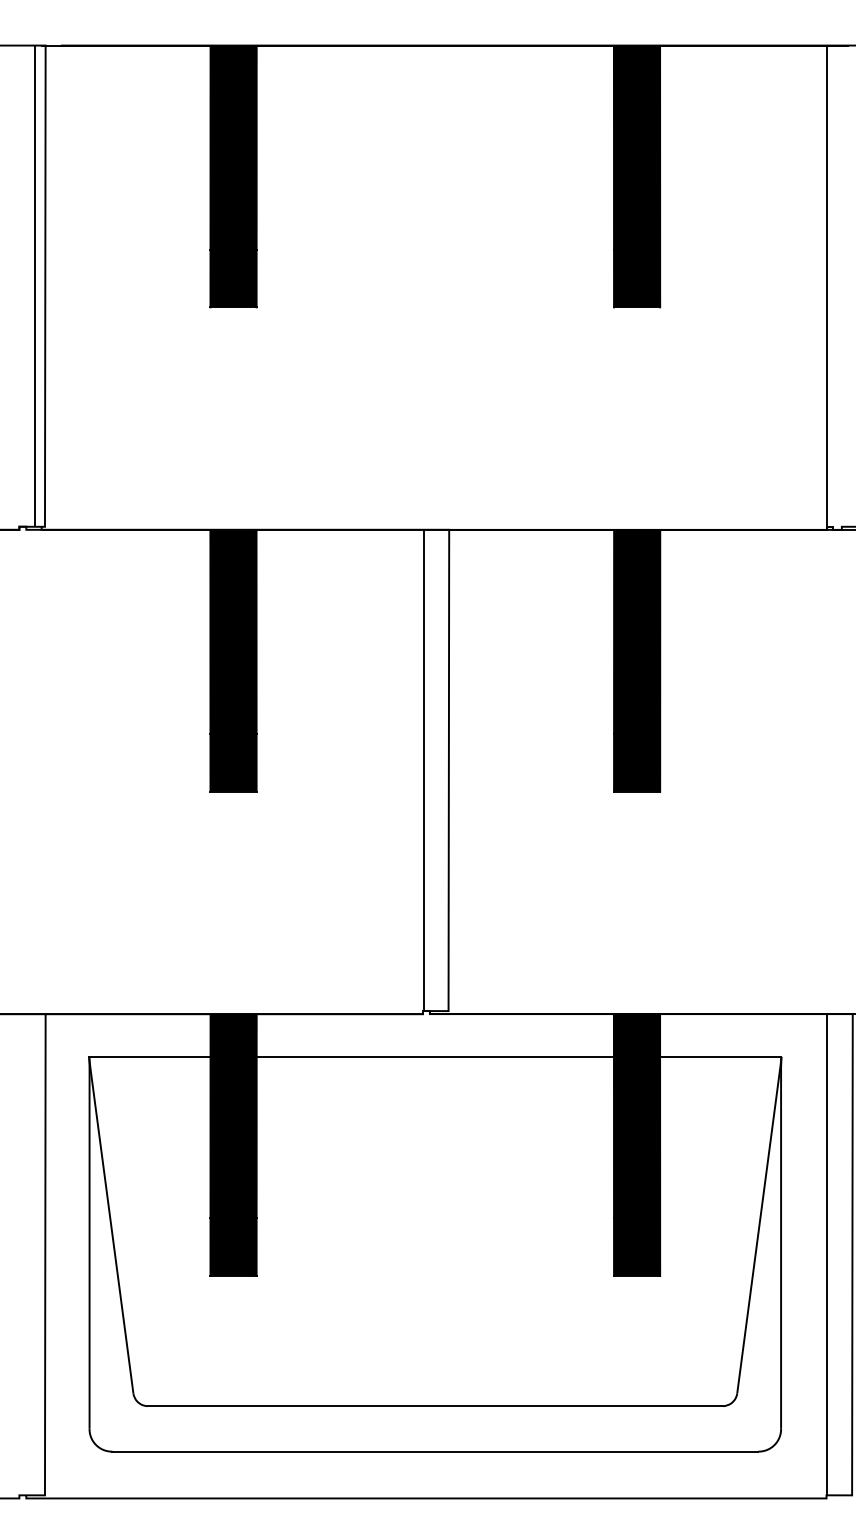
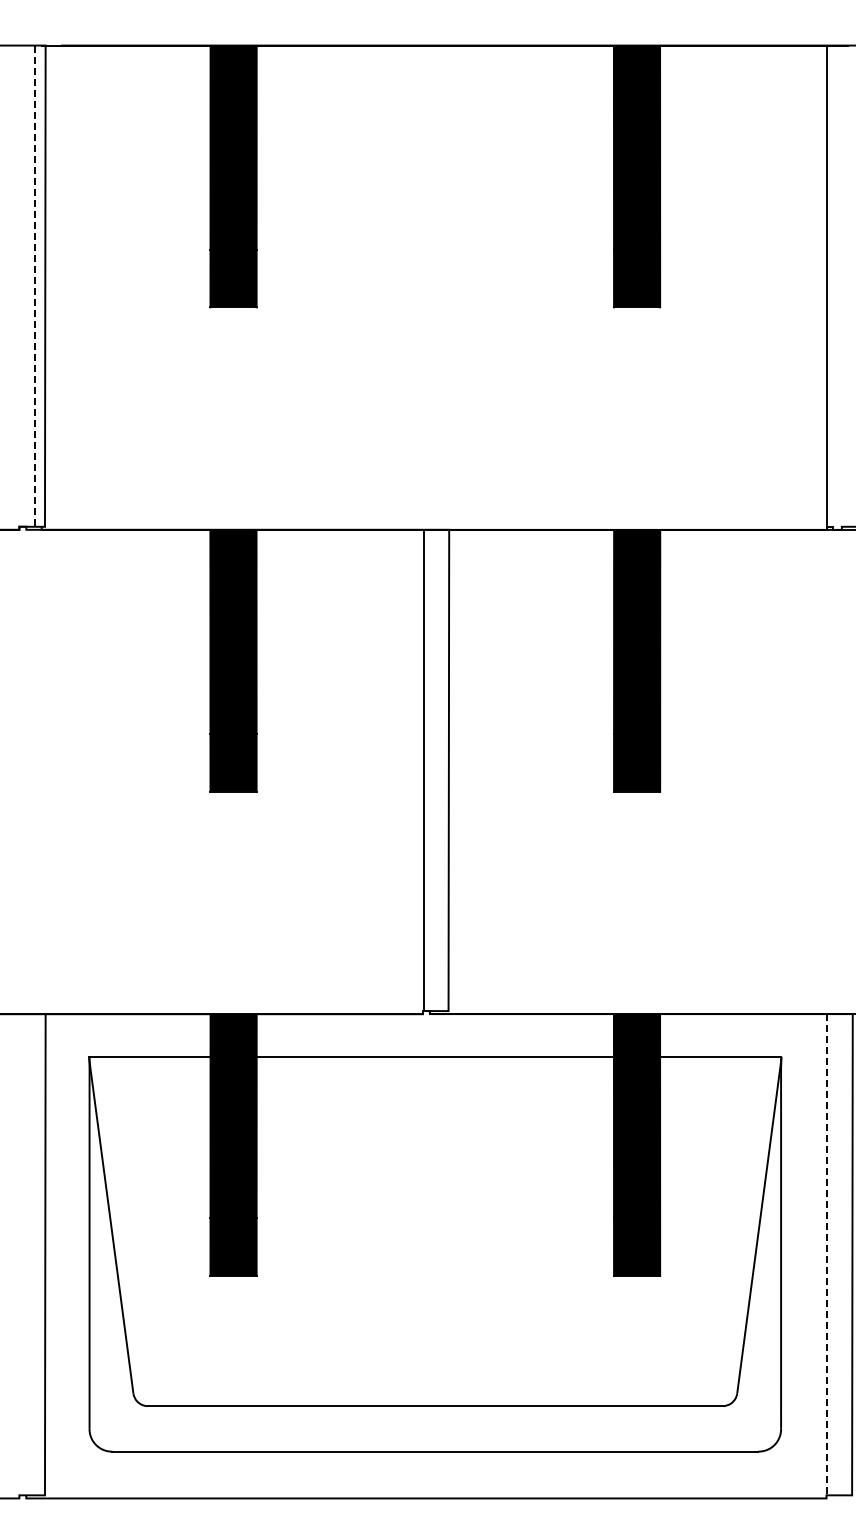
line at (35, 286): solid -> dashed
line at (827, 1254): solid -> dashed
